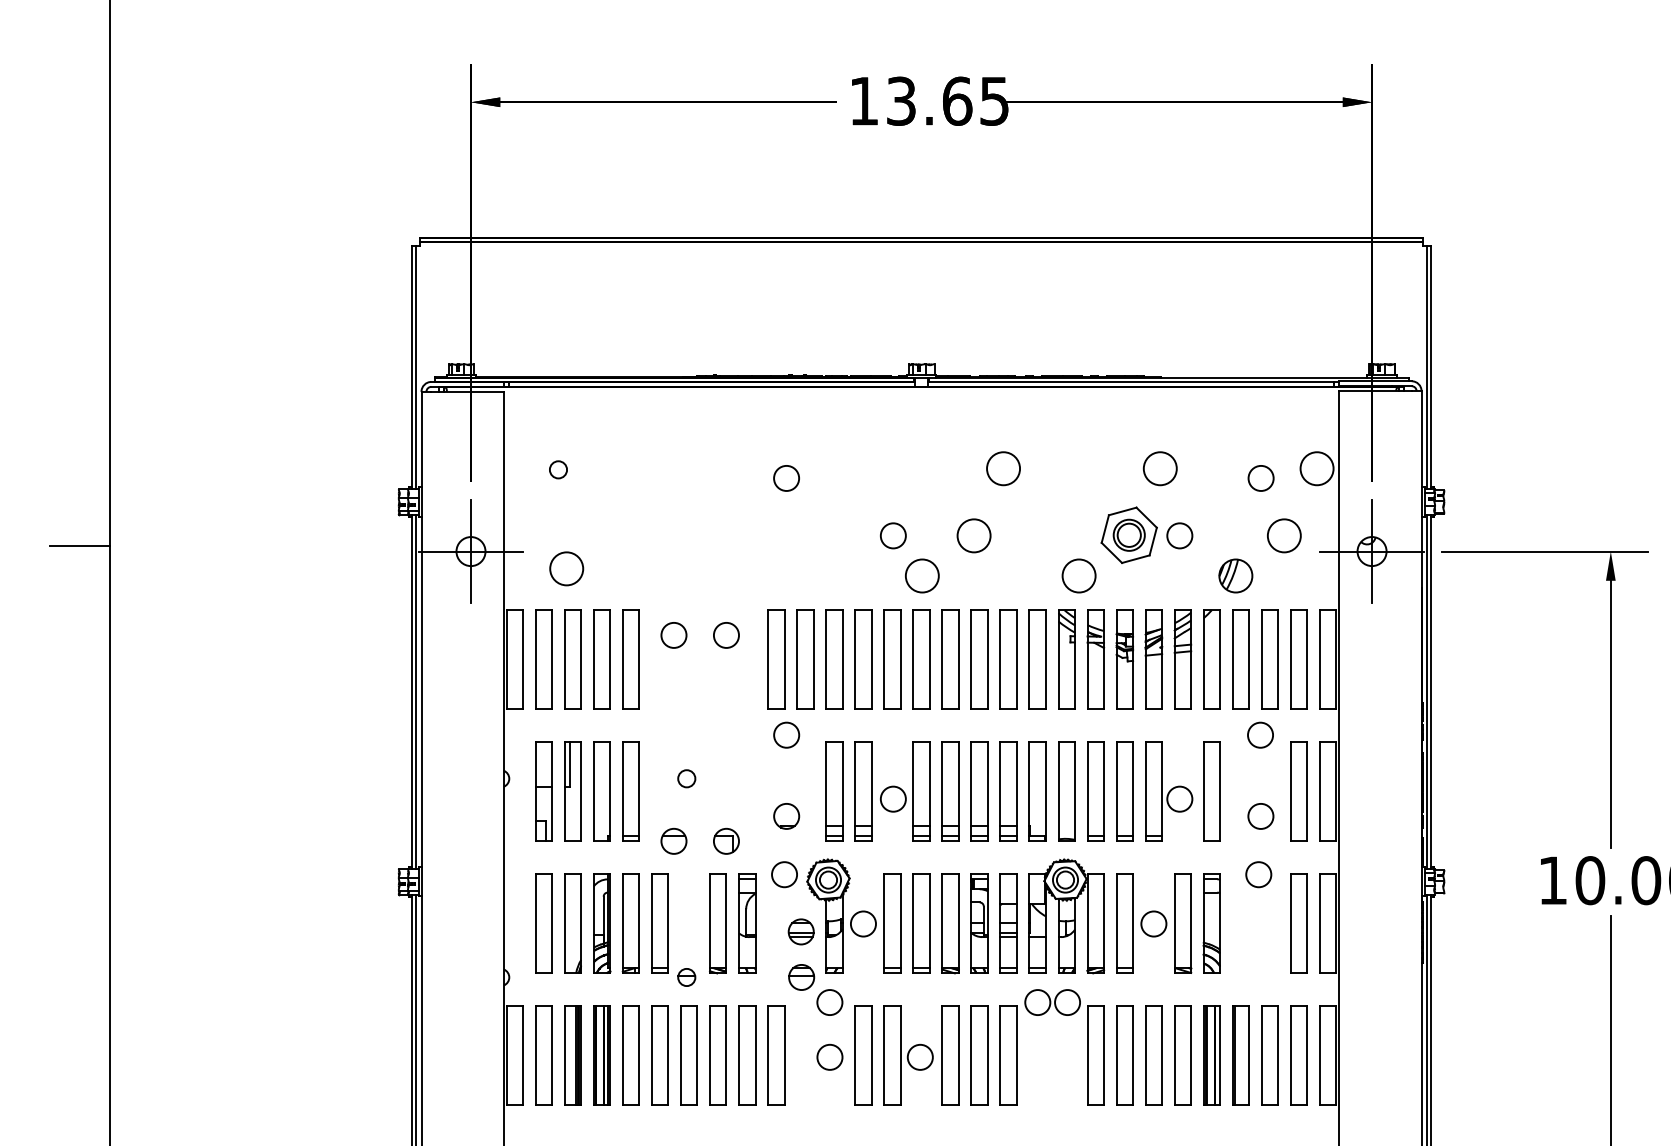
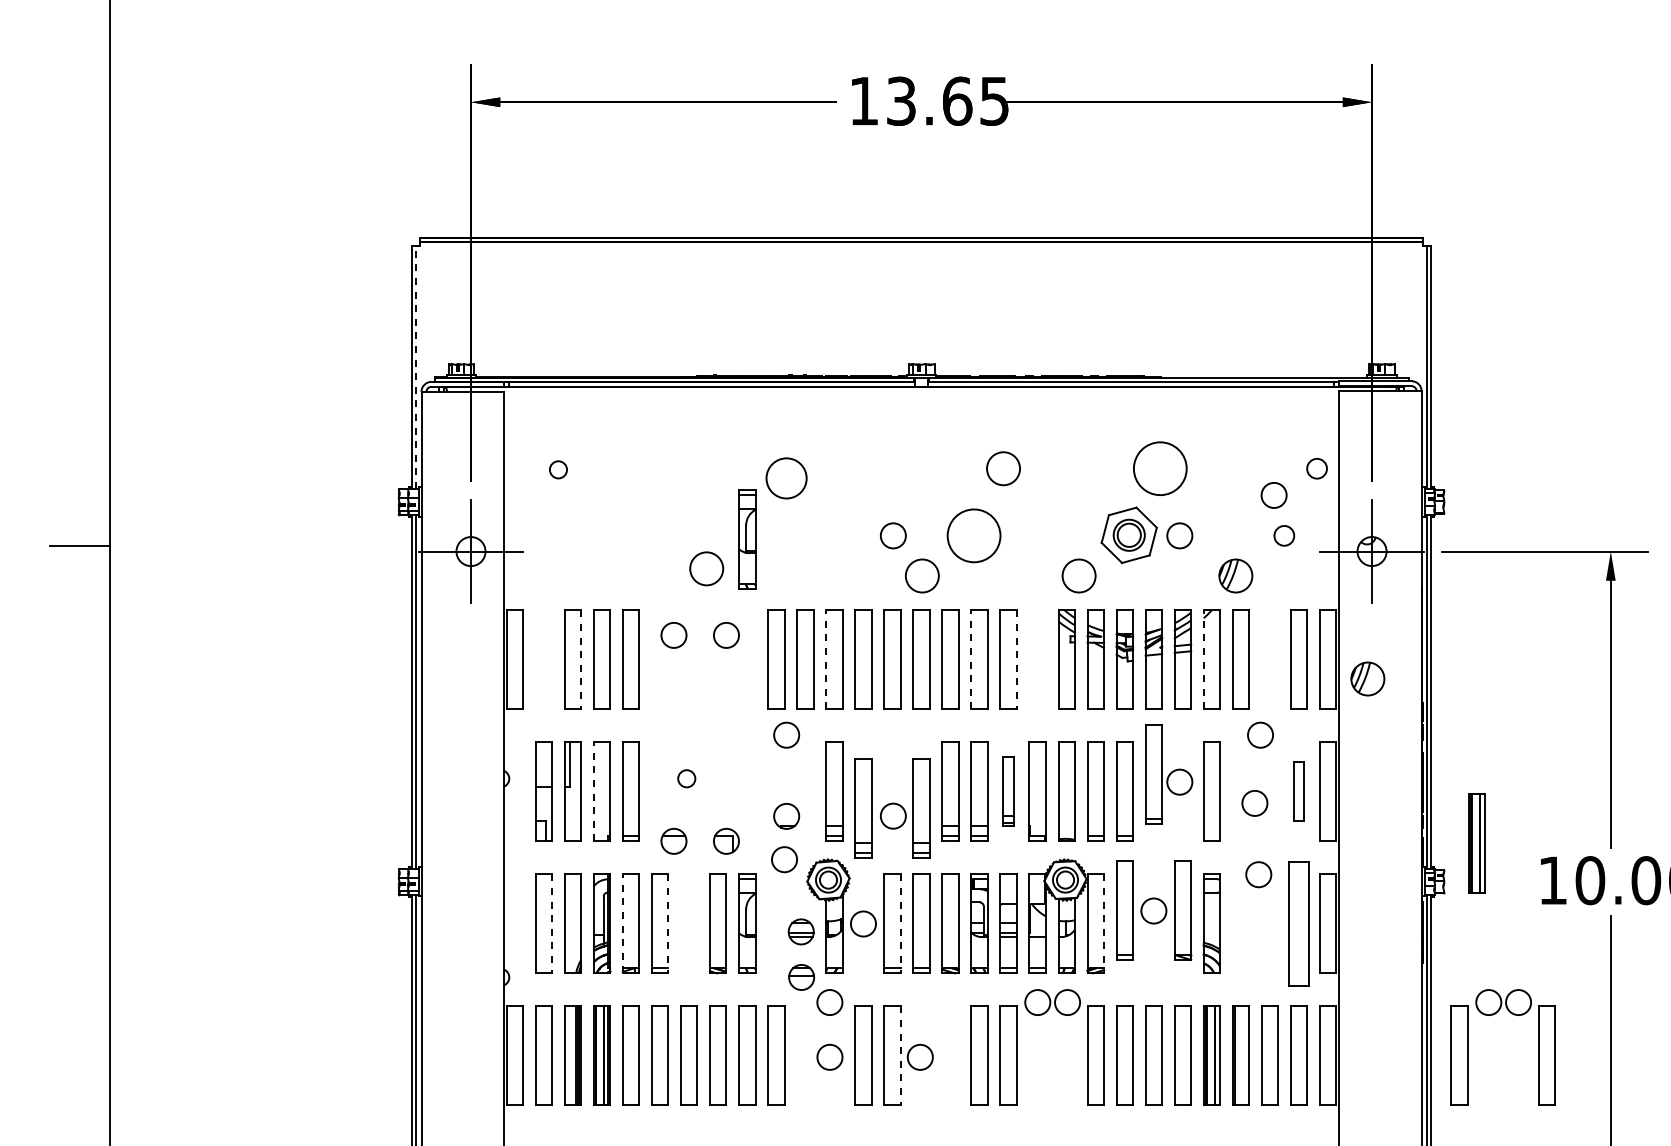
line at (416, 367): solid -> dashed
circle at (1159, 468) diameter: 33 px -> 53 px
circle at (1316, 468) diameter: 33 px -> 20 px
circle at (786, 477) diameter: 25 px -> 40 px
circle at (1260, 478) position: (1260, 478) -> (1273, 495)
circle at (973, 535) diameter: 33 px -> 53 px
circle at (1283, 535) diameter: 33 px -> 20 px
part at (747, 539): none -> present
circle at (566, 568) position: (566, 568) -> (706, 568)
part at (543, 659): present -> none
line at (581, 659): solid -> dashed
line at (826, 659): solid -> dashed
line at (971, 659): solid -> dashed
line at (1016, 659): solid -> dashed
part at (1037, 659): present -> none
line at (1203, 659): solid -> dashed
part at (1269, 659): present -> none
part at (1367, 678): none -> present
line at (593, 791): solid -> dashed
part at (892, 791) position: (892, 791) -> (892, 808)
part at (1008, 791) size: 19x101 px -> 13x71 px
part at (1169, 791) position: (1169, 791) -> (1169, 774)
part at (1298, 791) size: 18x101 px -> 12x61 px
circle at (1260, 816) position: (1260, 816) -> (1254, 803)
part at (1476, 843): none -> present
circle at (784, 874) position: (784, 874) -> (784, 859)
line at (552, 923): solid -> dashed
line at (622, 923): solid -> dashed
line at (668, 923): solid -> dashed
line at (900, 923): solid -> dashed
line at (1104, 923): solid -> dashed
part at (1154, 923) position: (1154, 923) -> (1154, 910)
part at (1298, 923) size: 18x101 px -> 22x126 px
part at (686, 977): present -> none
part at (1493, 1015): none -> present
line at (900, 1055): solid -> dashed
part at (950, 1055): present -> none
